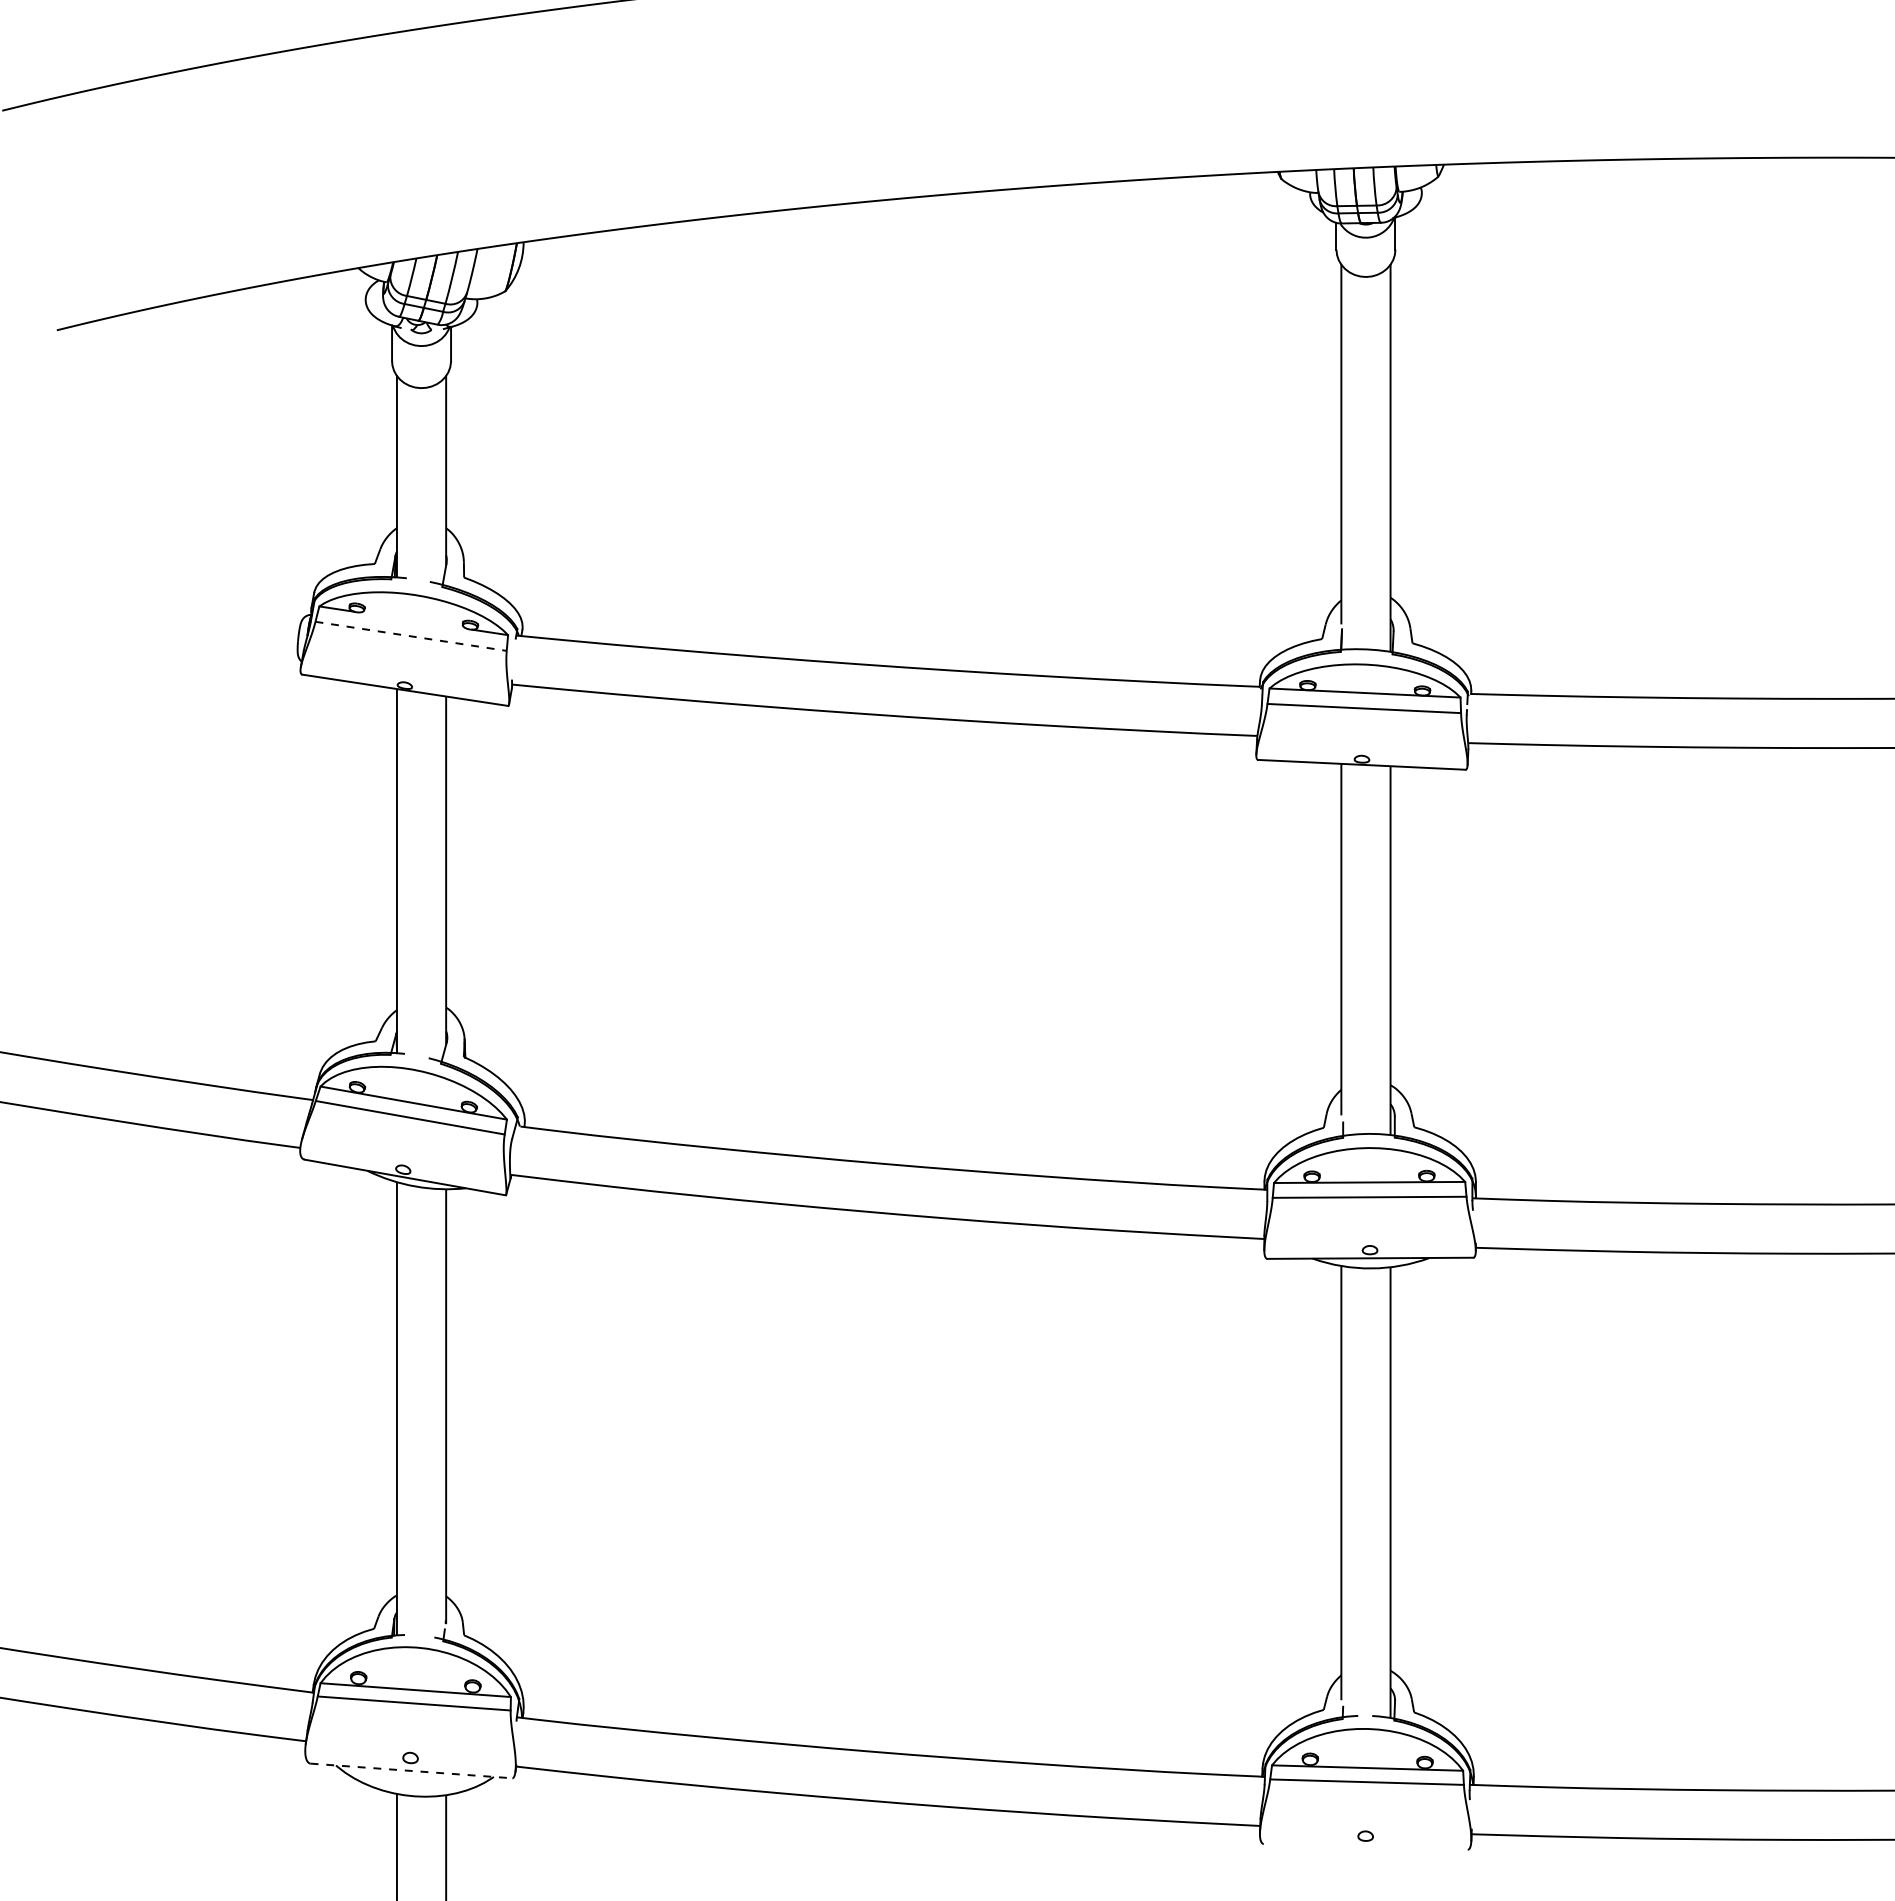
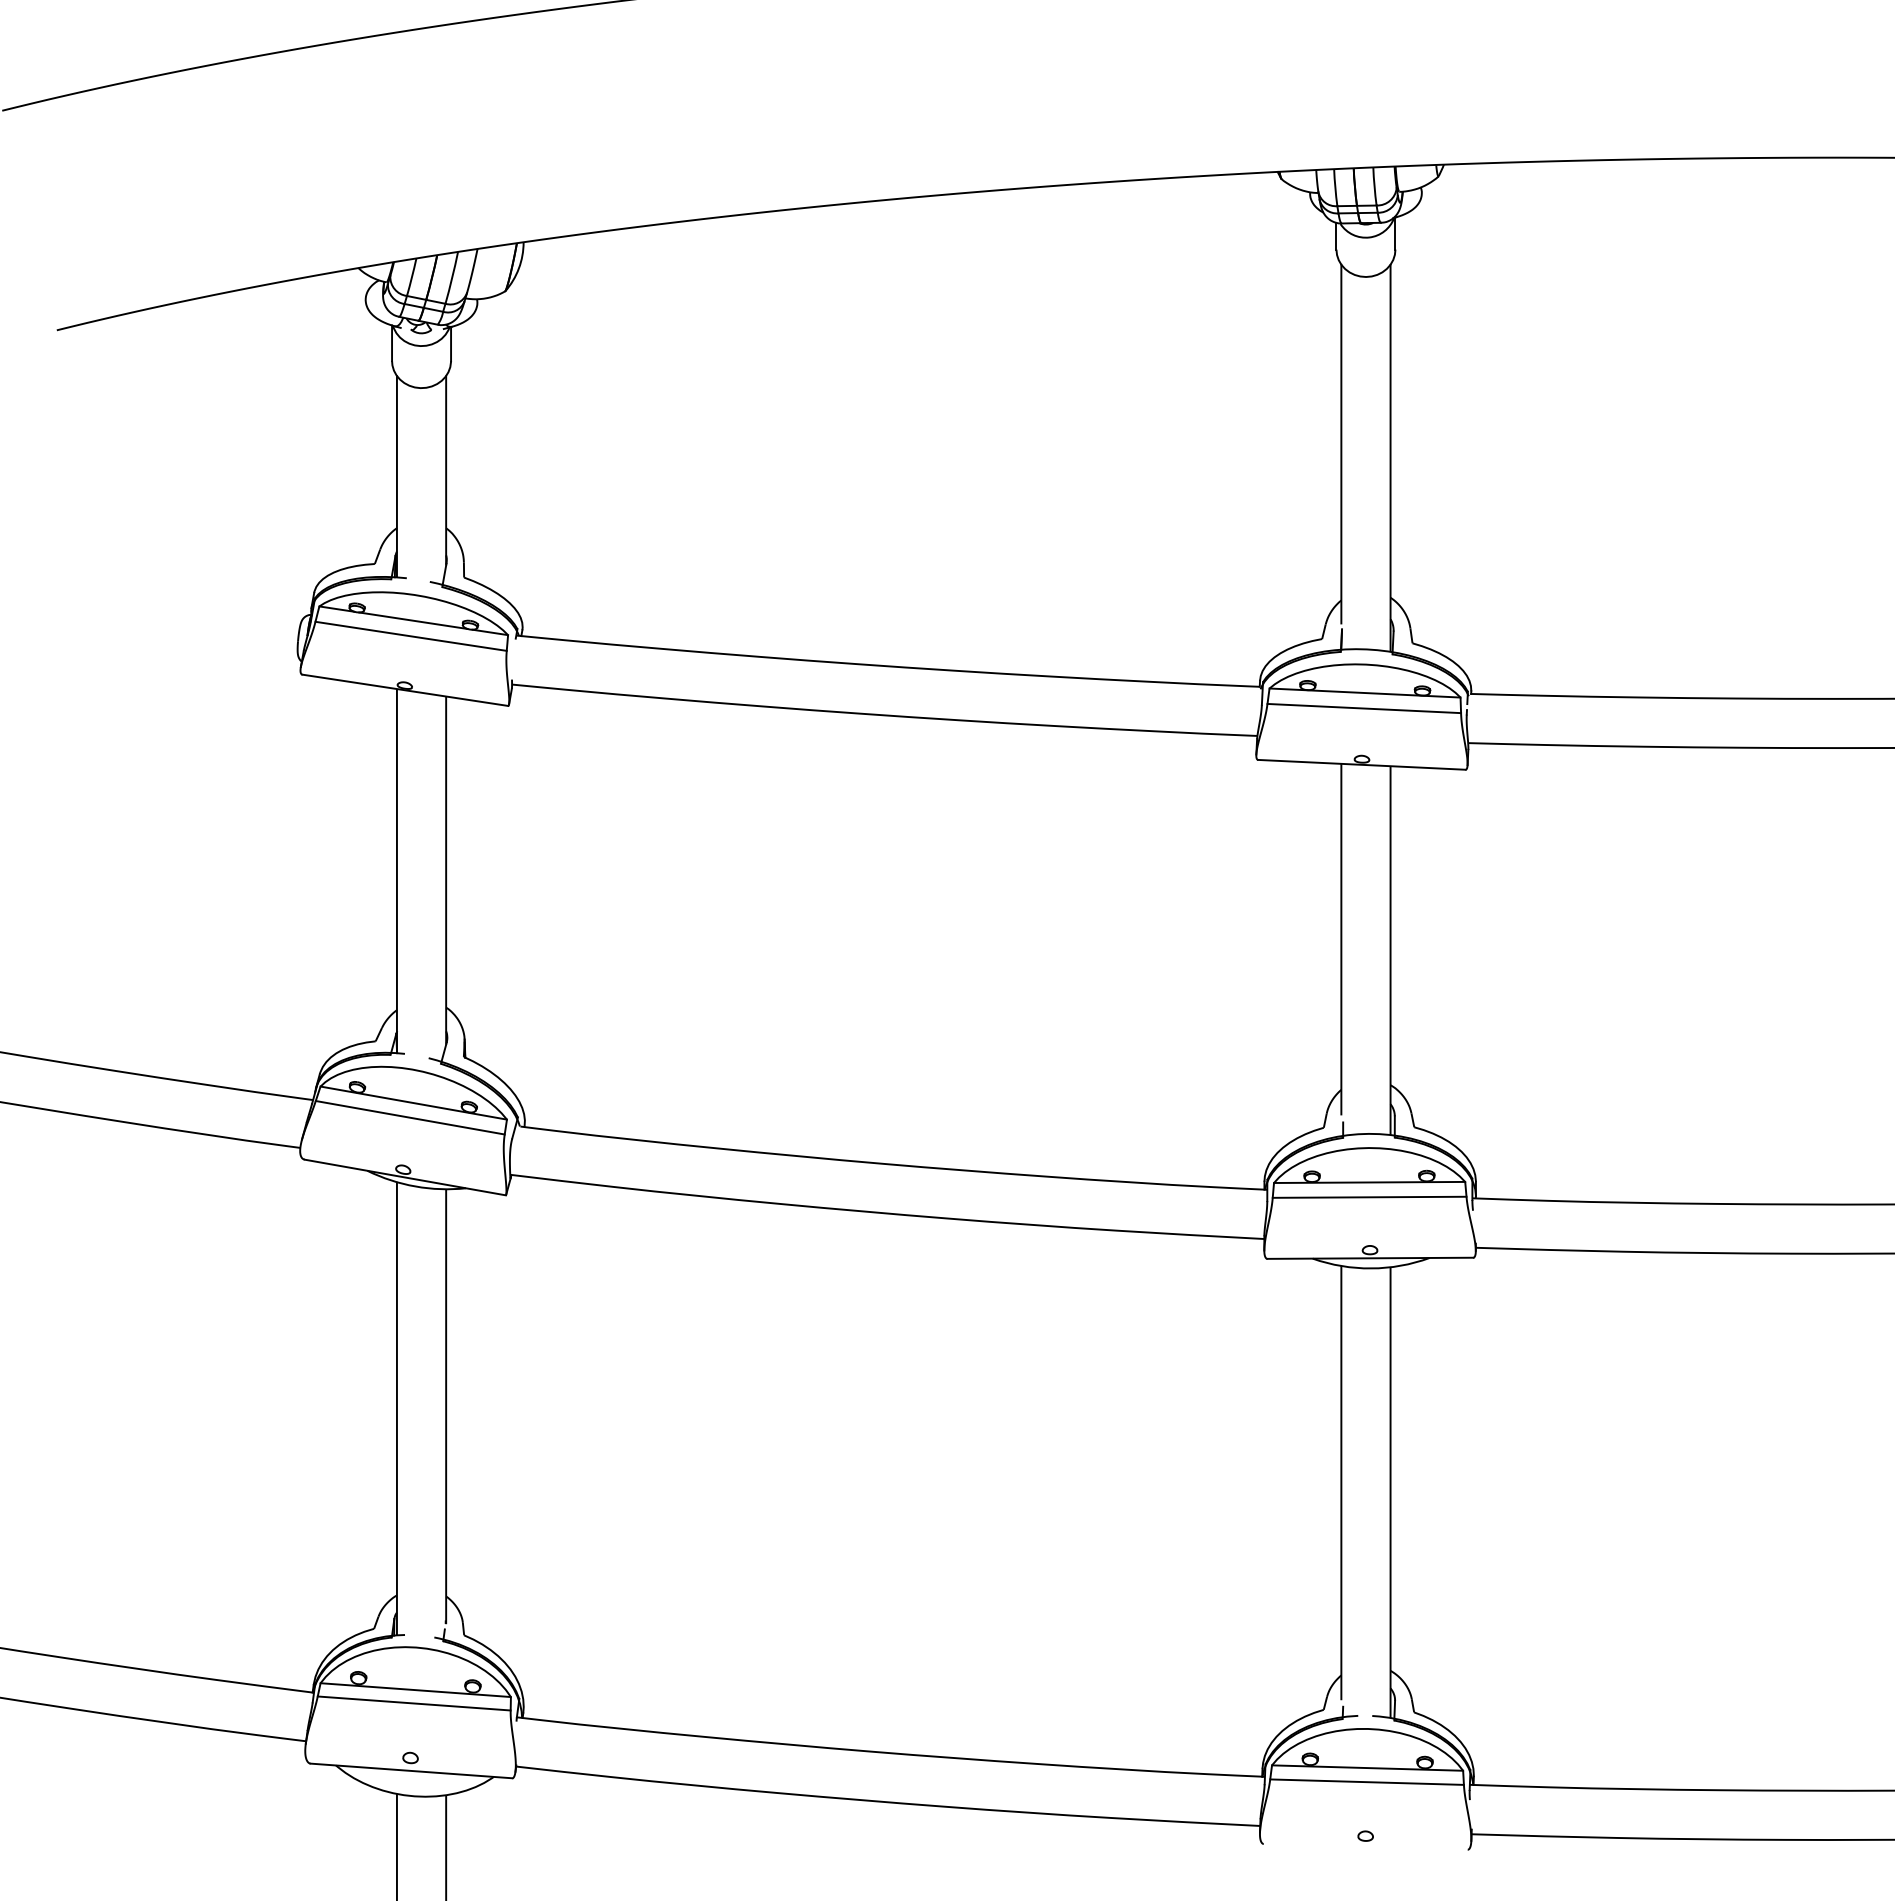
line at (413, 620): none -> present
line at (411, 636): dashed -> solid
line at (412, 1770): dashed -> solid
